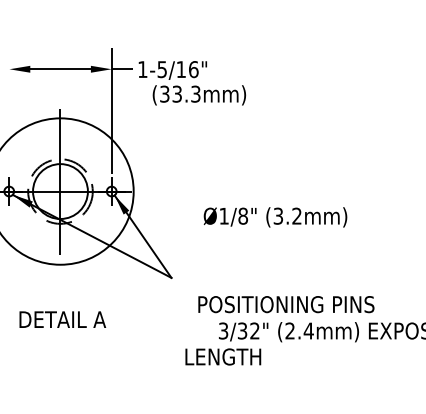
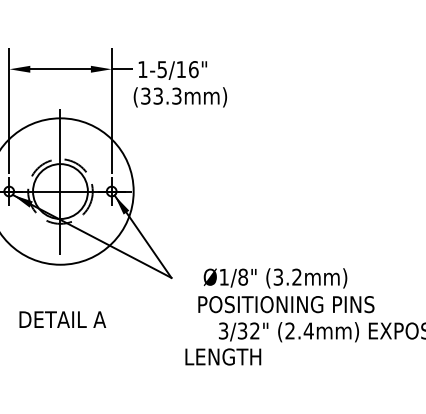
text at (199, 95) position: (199, 95) -> (180, 97)
line at (9, 110): none -> present
text at (275, 217) position: (275, 217) -> (275, 278)
